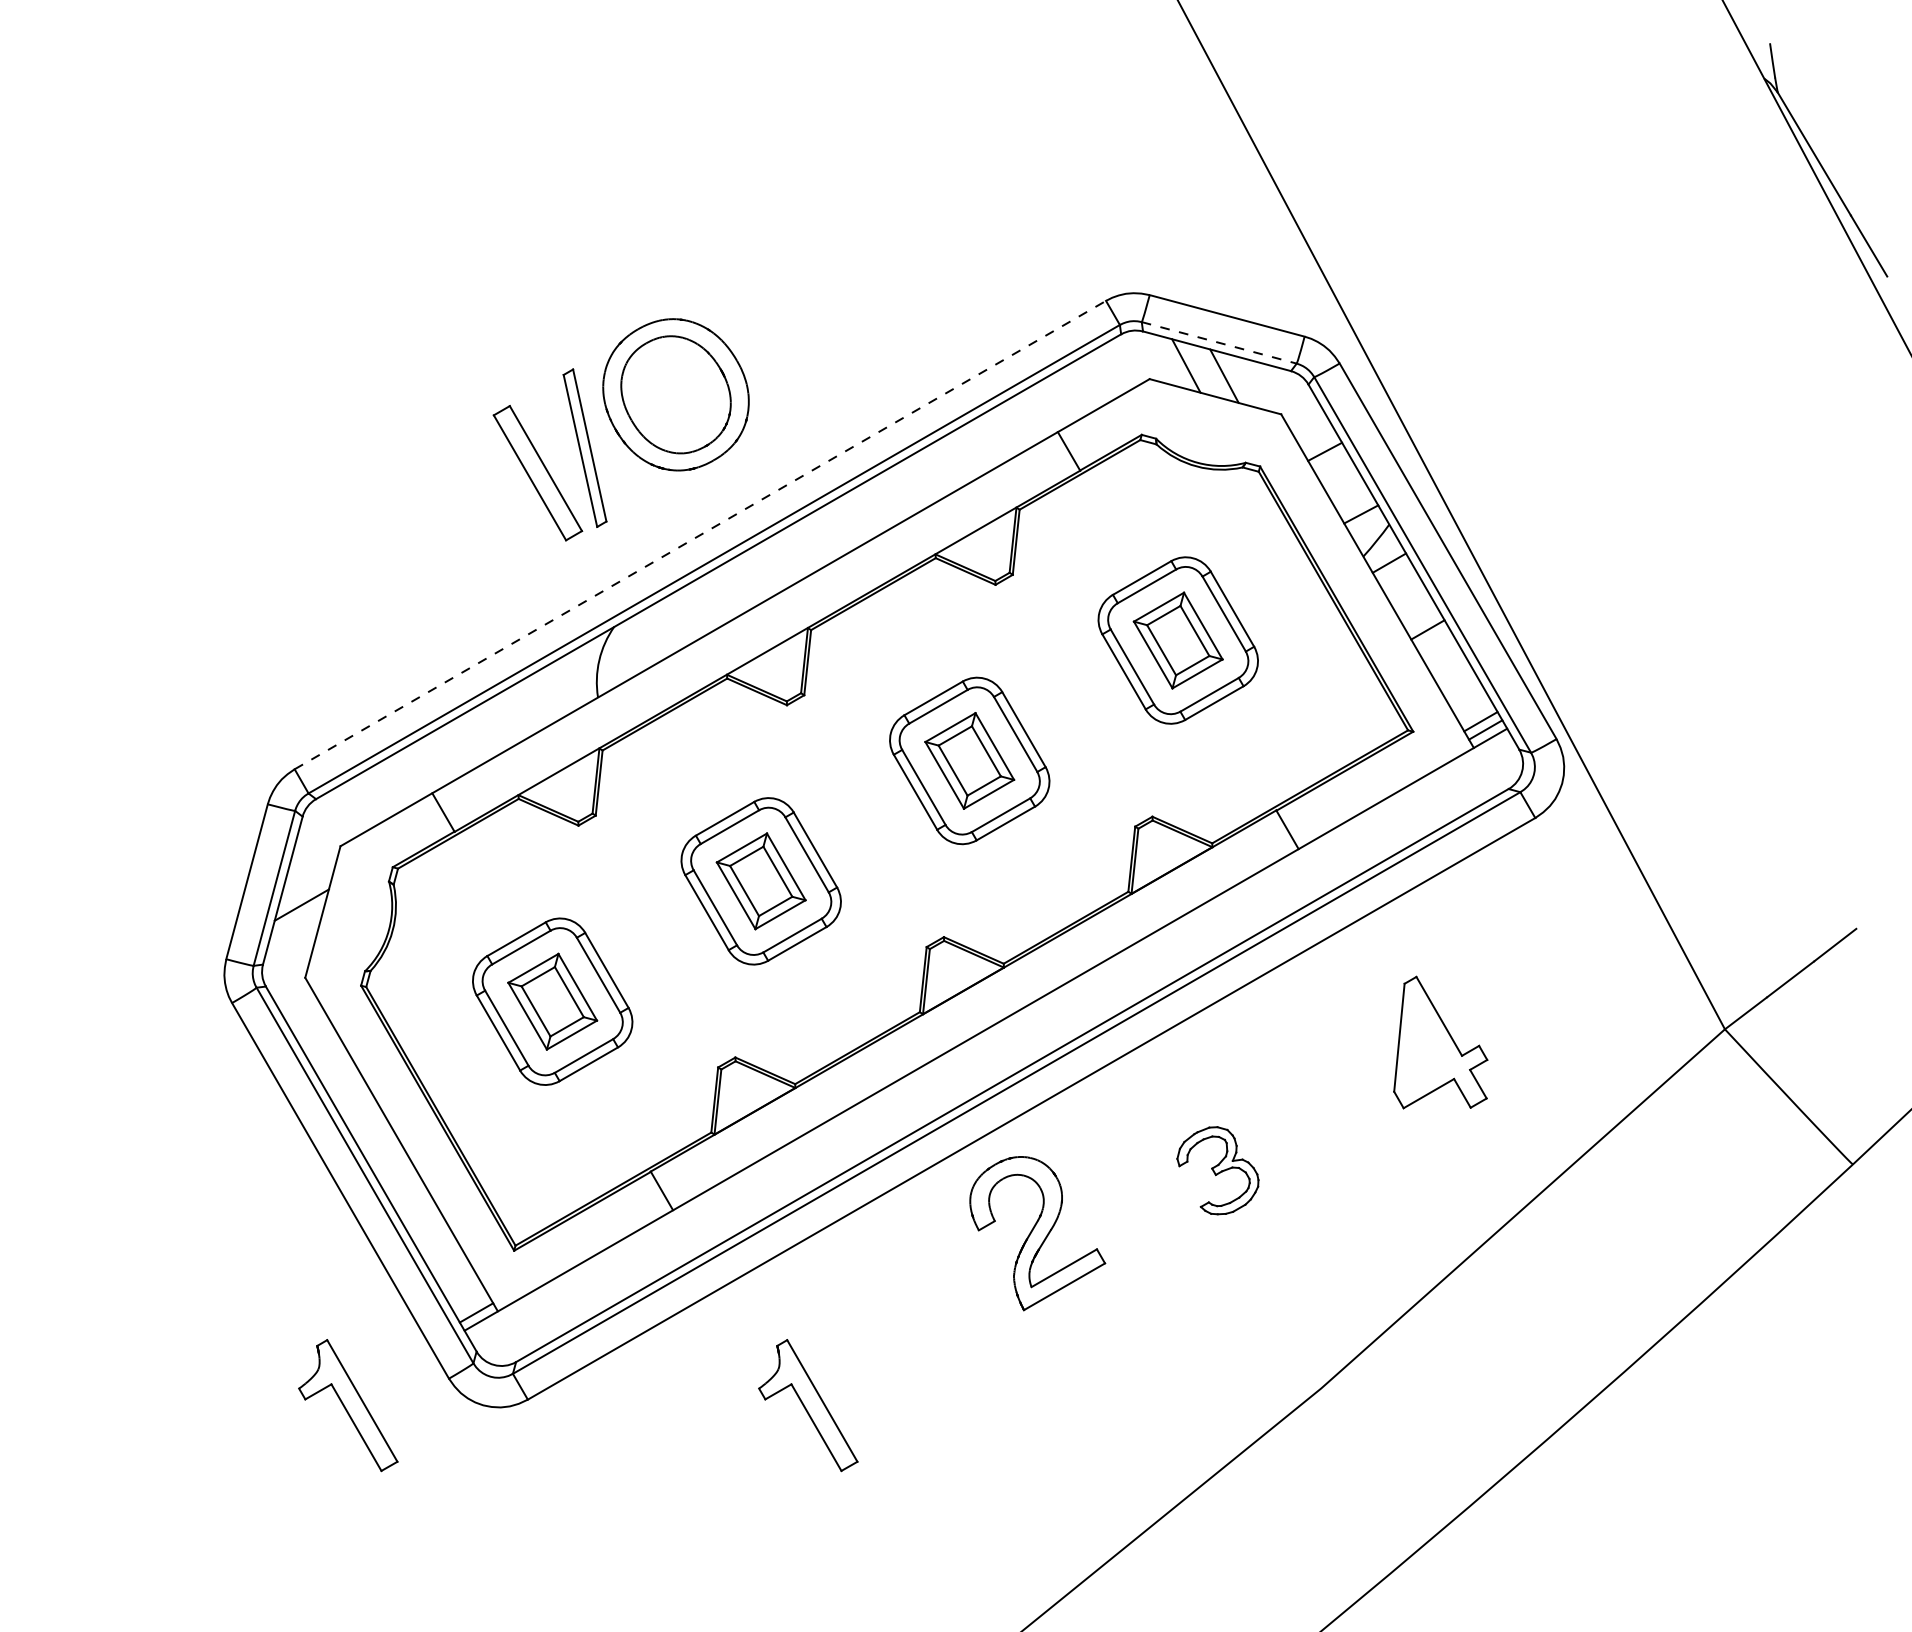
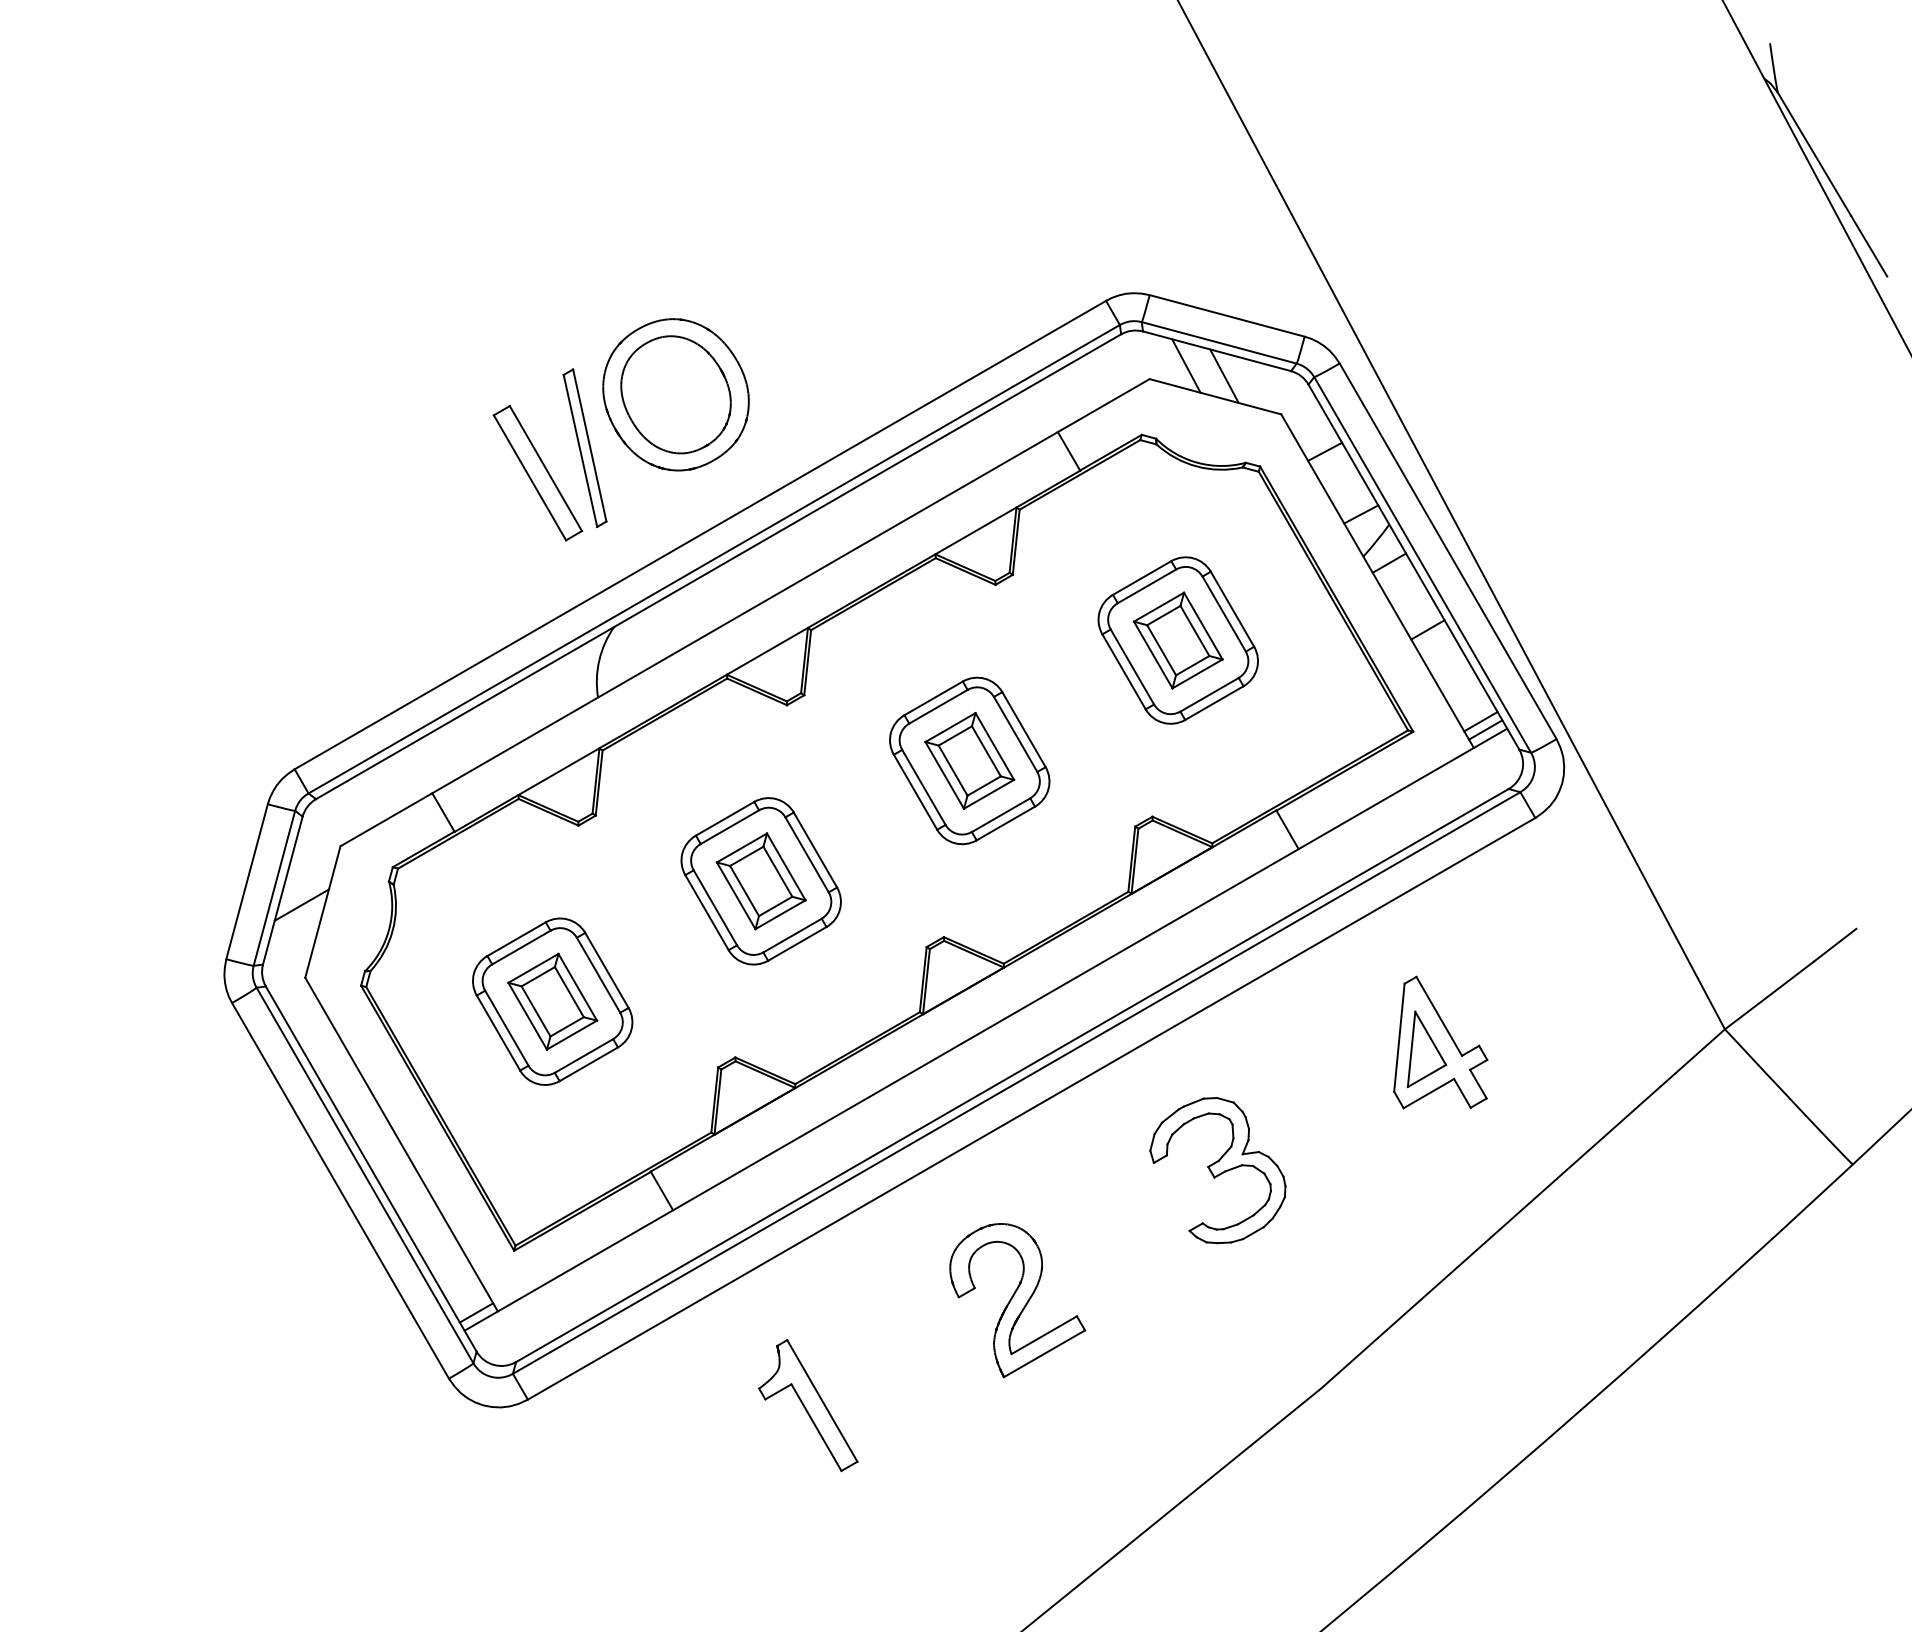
line at (1219, 342): dashed -> solid
line at (700, 534): dashed -> solid
part at (1426, 1049): none -> present
part at (1217, 1170) size: 84x90 px -> 138x148 px
part at (1037, 1233) position: (1037, 1233) -> (1017, 1300)
part at (348, 1405): present -> none
